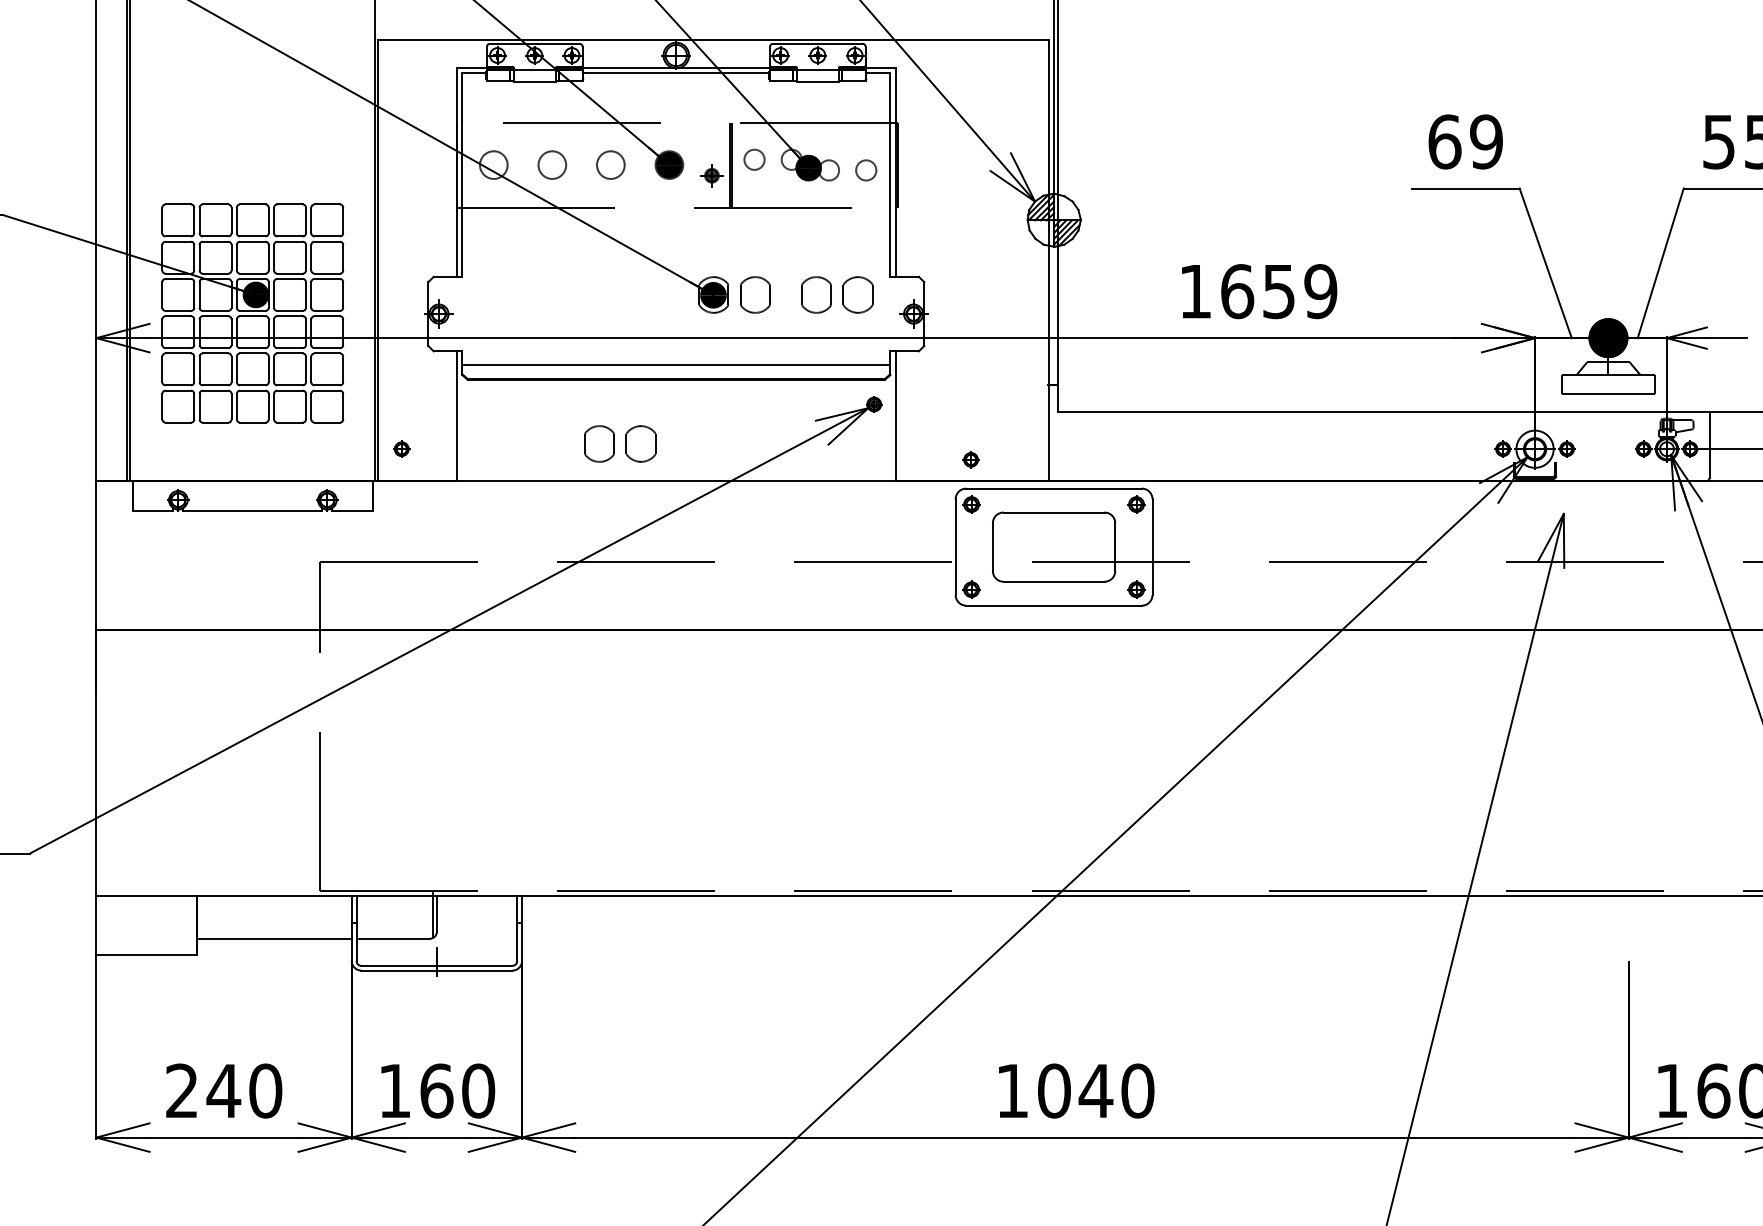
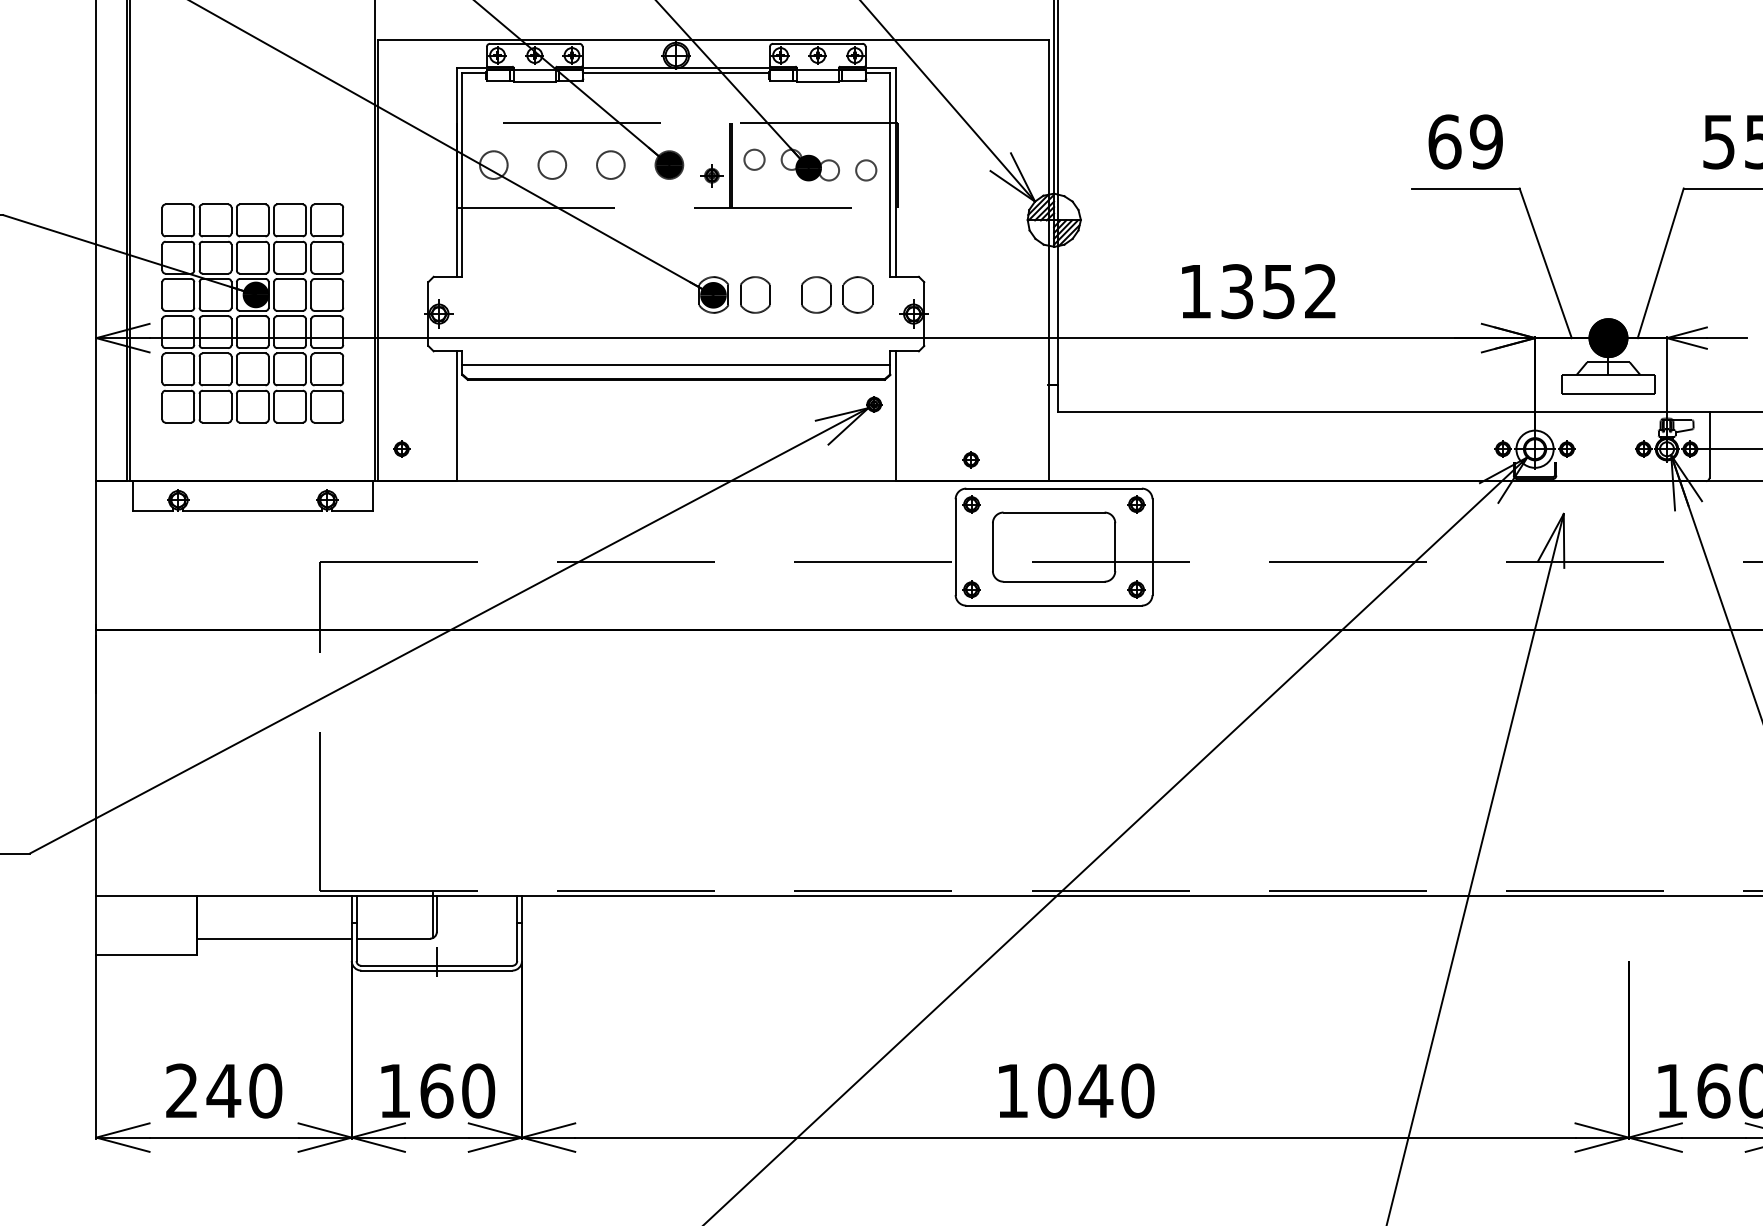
text at (1279, 291): 1659 -> 1352
part at (620, 443): present -> none
